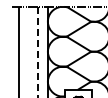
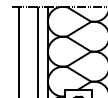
line at (37, 52): dashed -> solid
